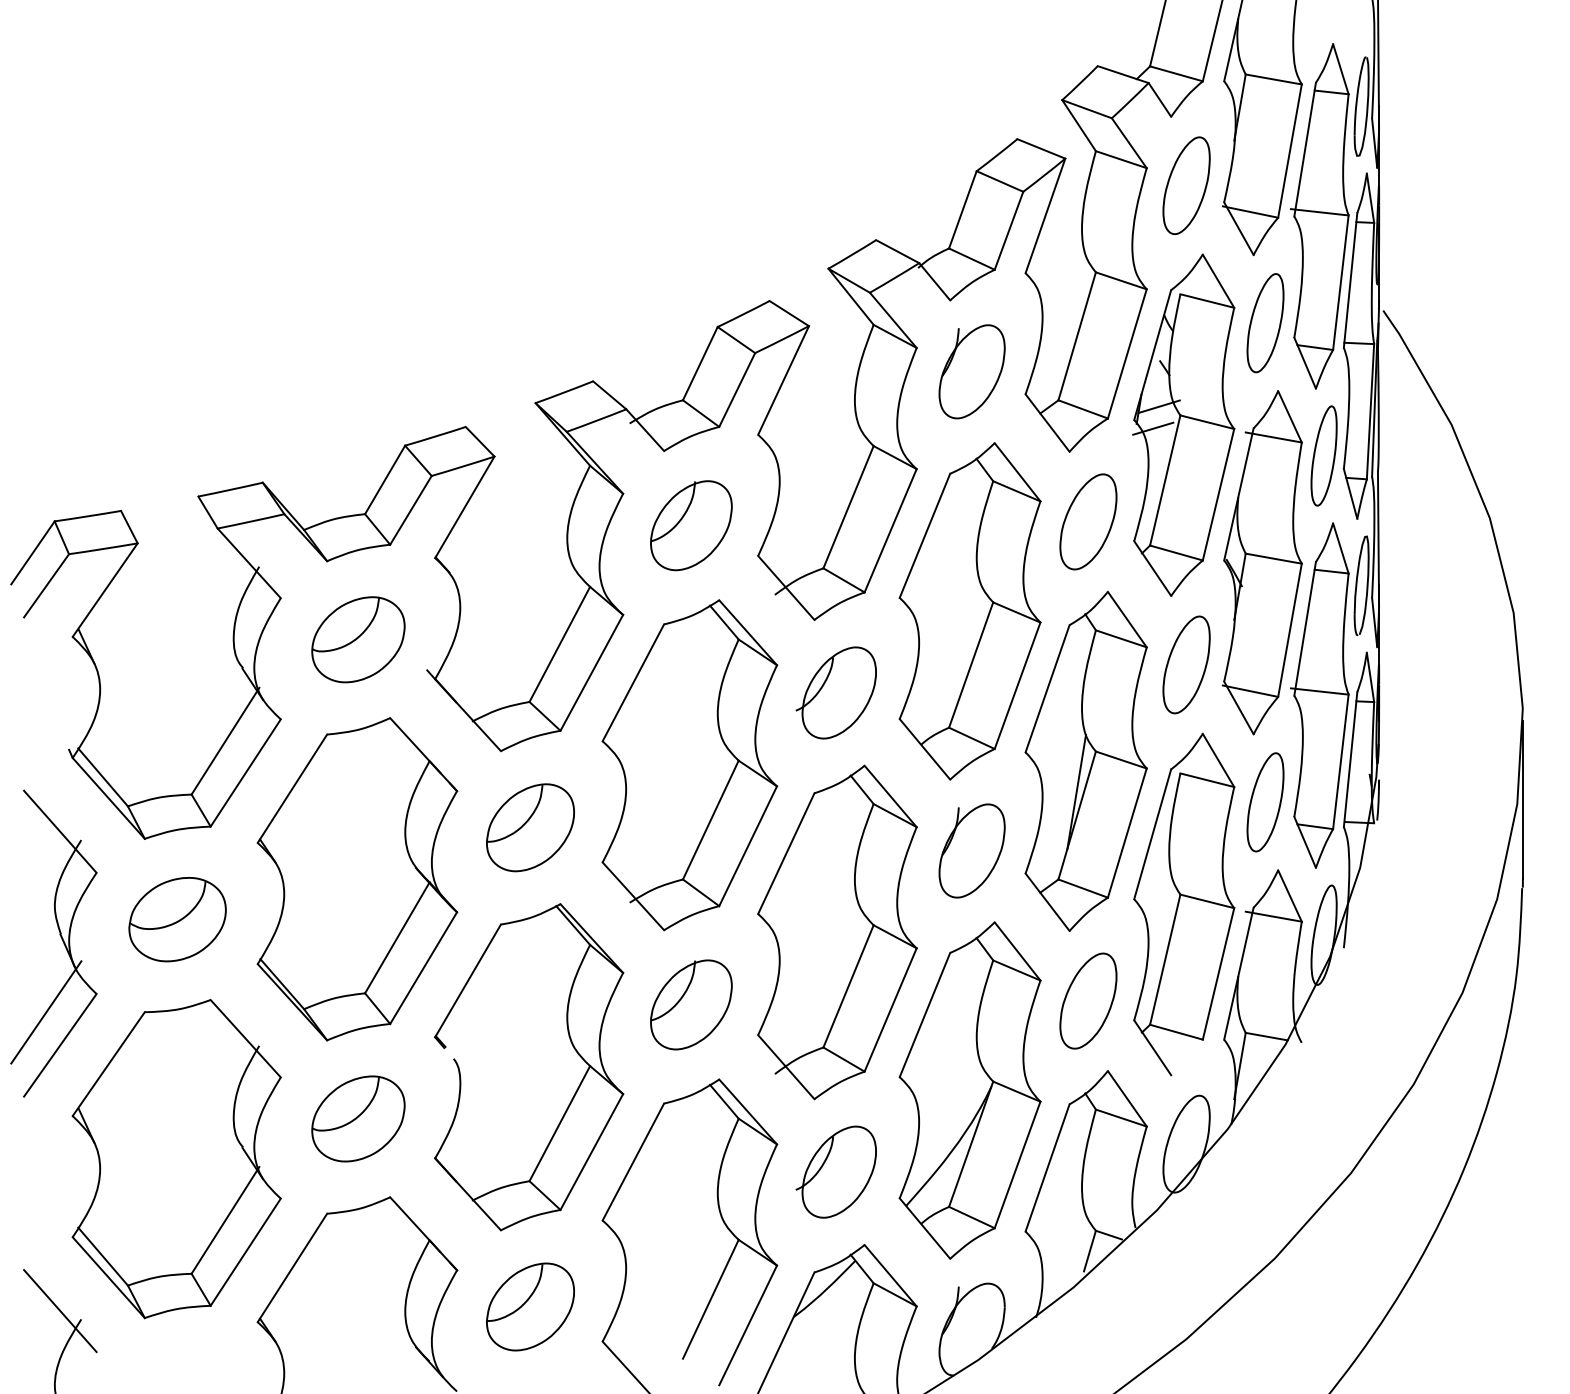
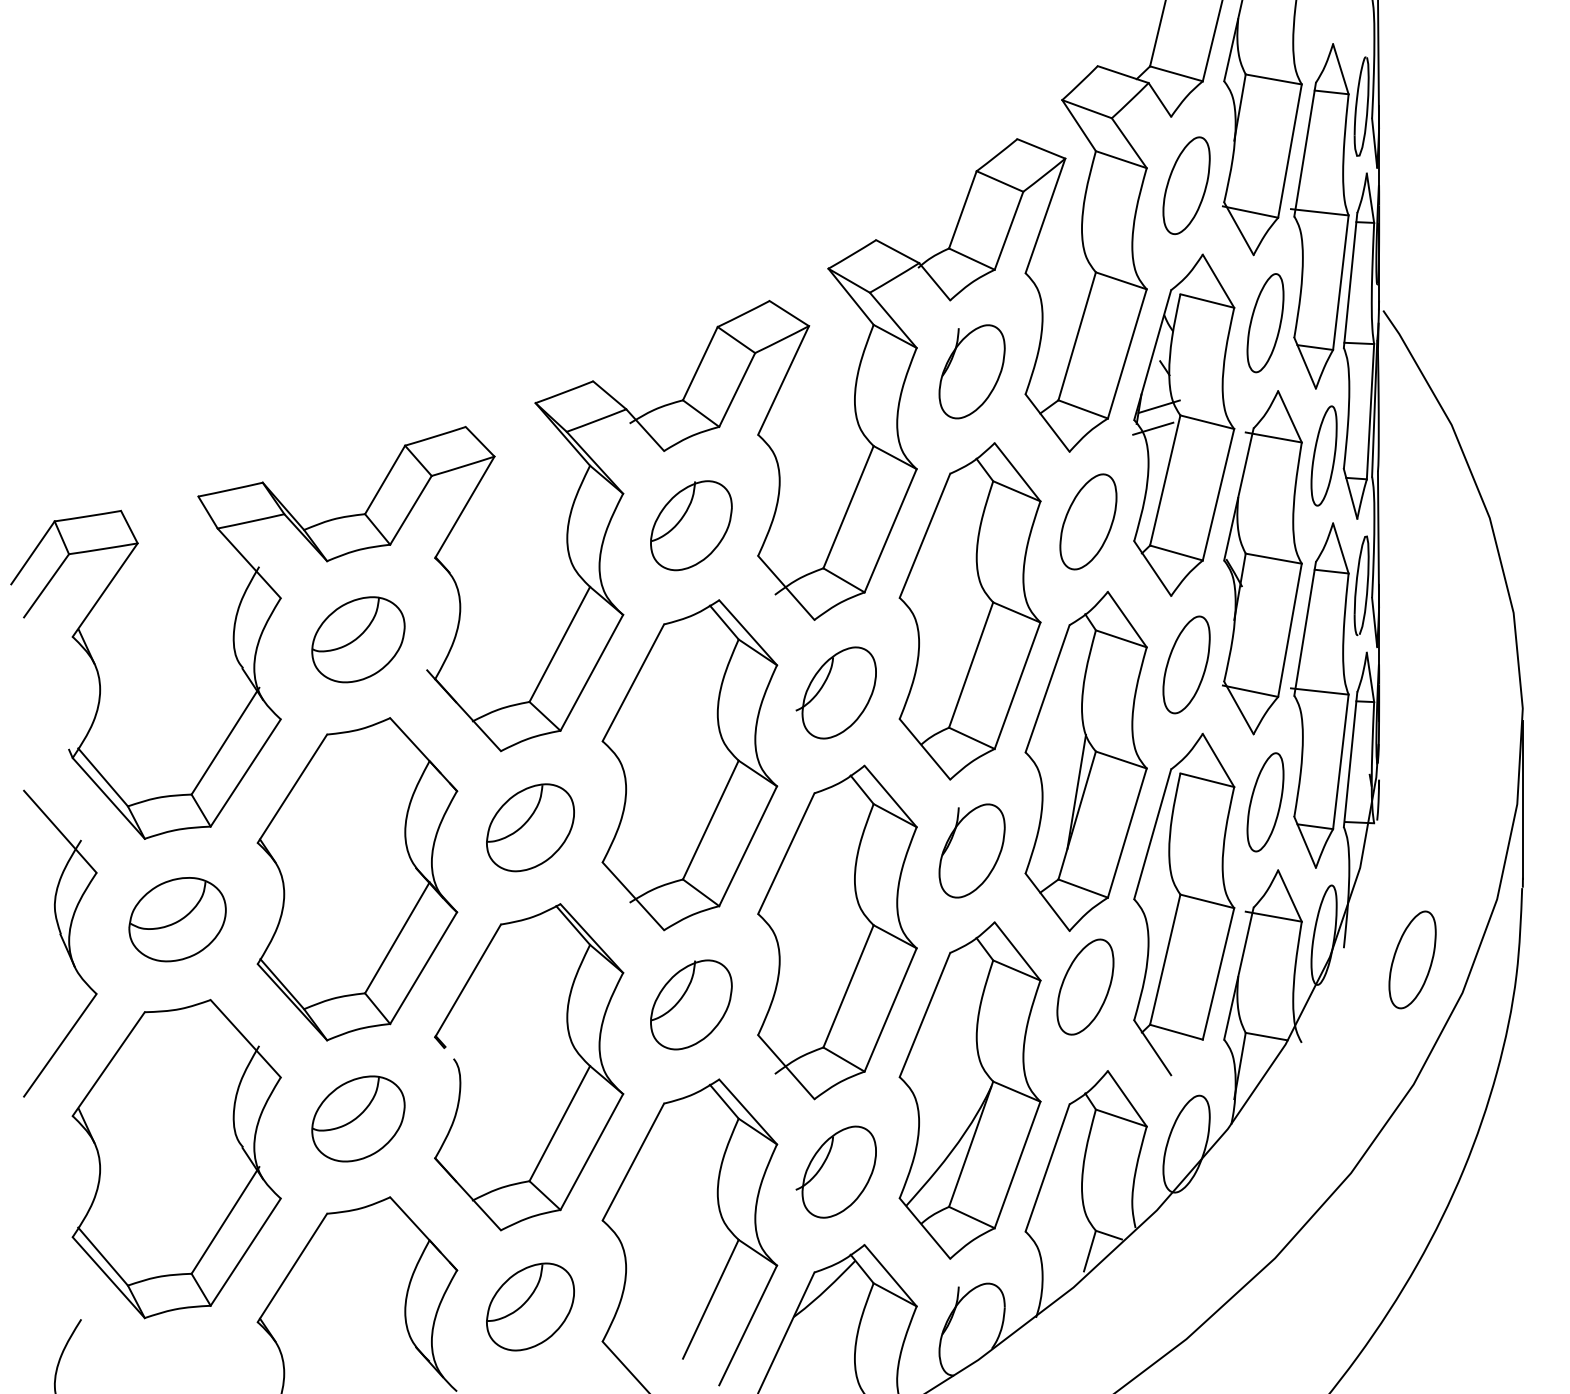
part at (1412, 959): none -> present
part at (1088, 1000) position: (1088, 1000) -> (1085, 986)
line at (46, 1012): present -> none
line at (60, 1311): present -> none
